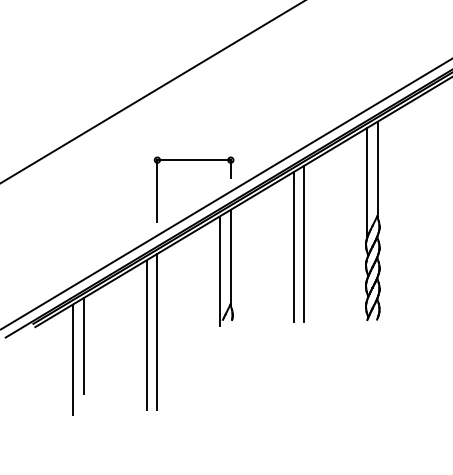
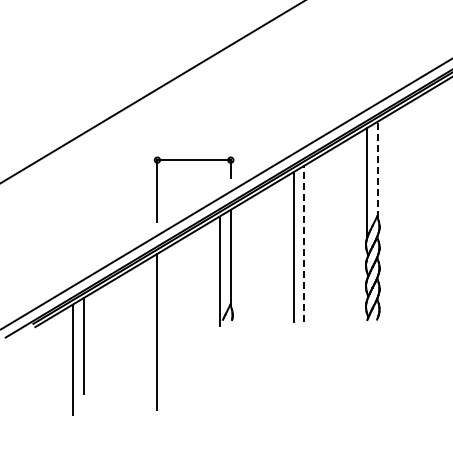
line at (377, 169): solid -> dashed
line at (304, 243): solid -> dashed
line at (146, 335): present -> none
